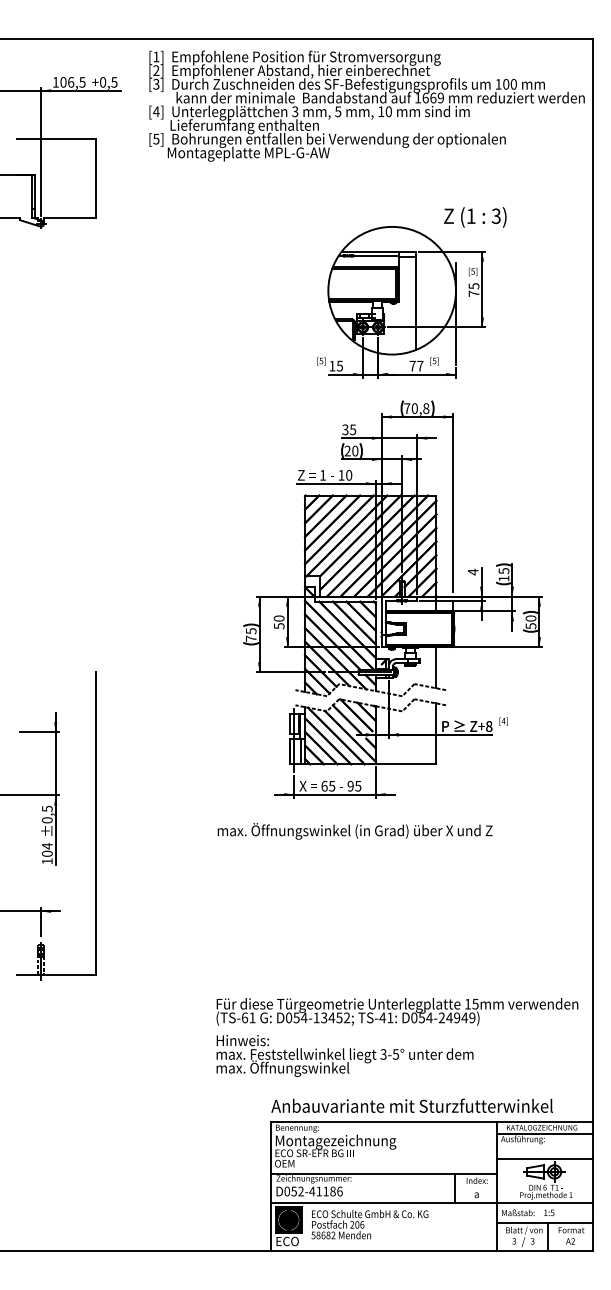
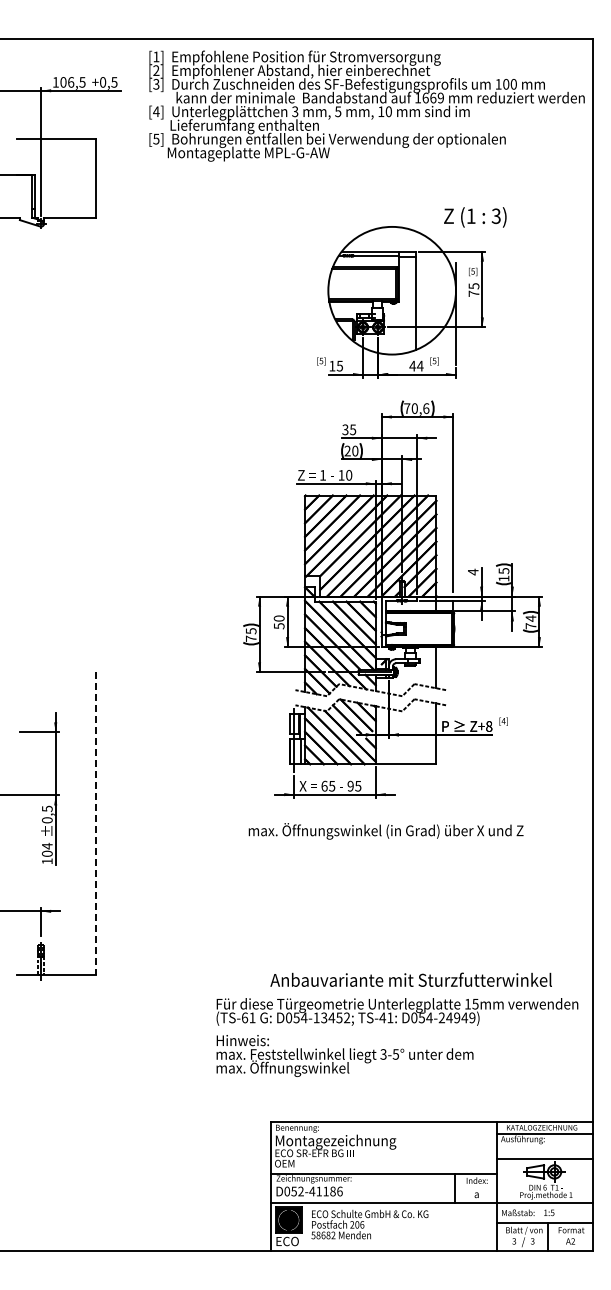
text at (416, 365): 77 -> 44
text at (426, 408): 70,8 -> 70,6
text at (530, 622): 50 -> 74
line at (95, 823): solid -> dashed
text at (354, 831) position: (354, 831) -> (385, 831)
text at (411, 1105) position: (411, 1105) -> (410, 979)
